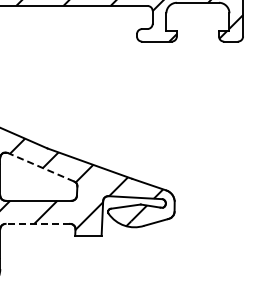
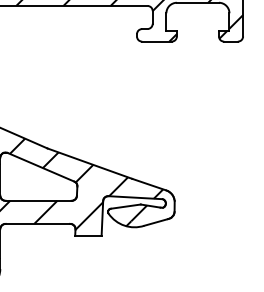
line at (40, 167): dashed -> solid
line at (37, 223): dashed -> solid
